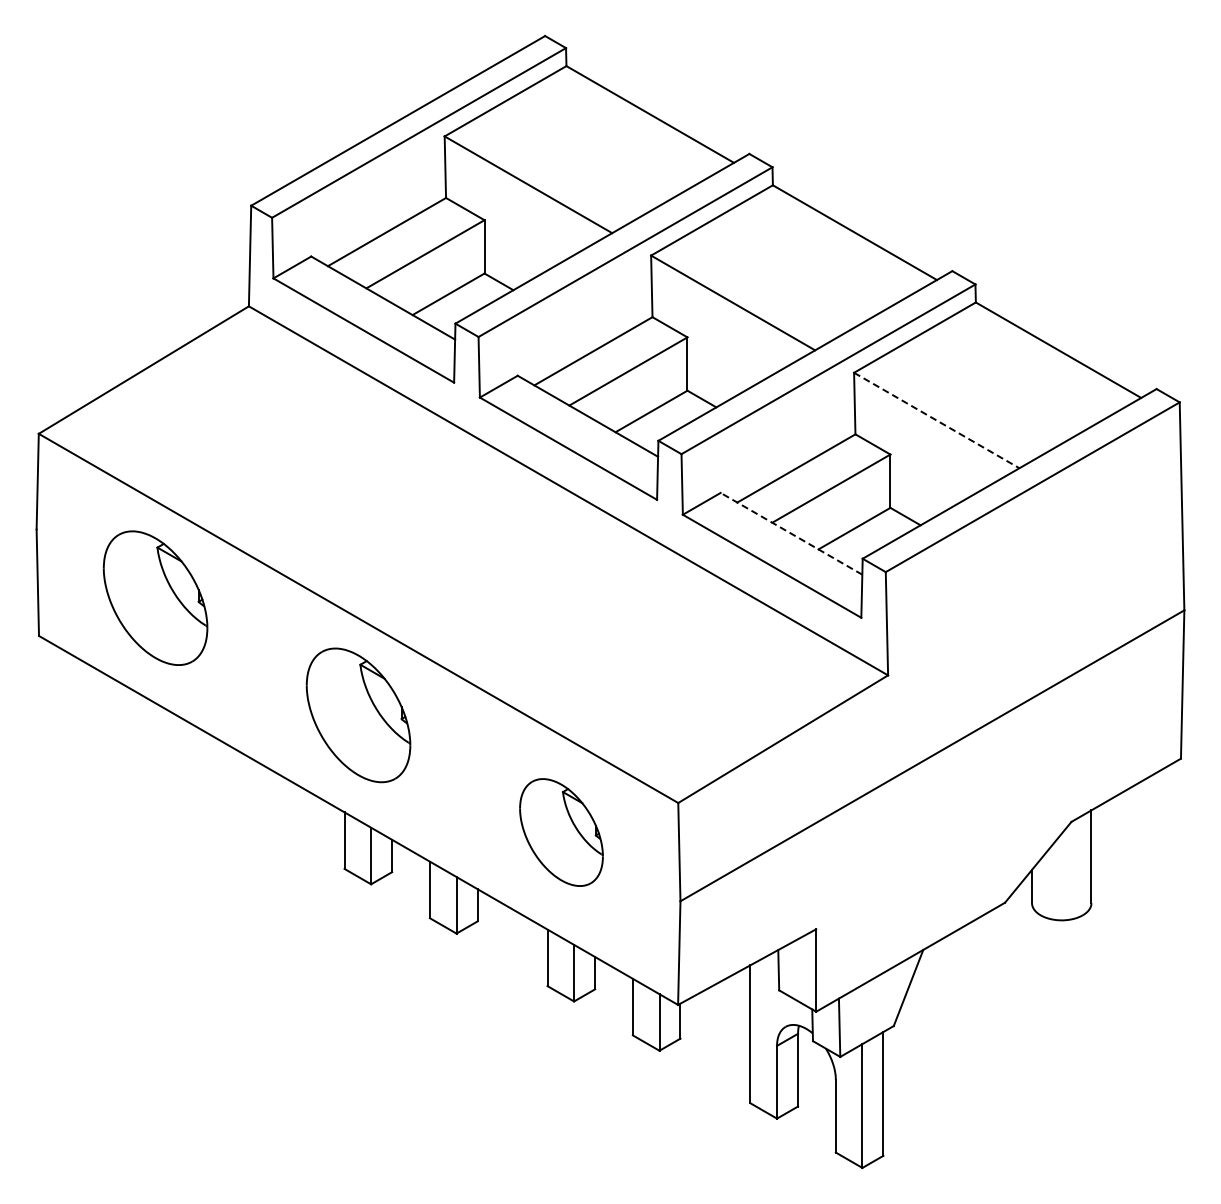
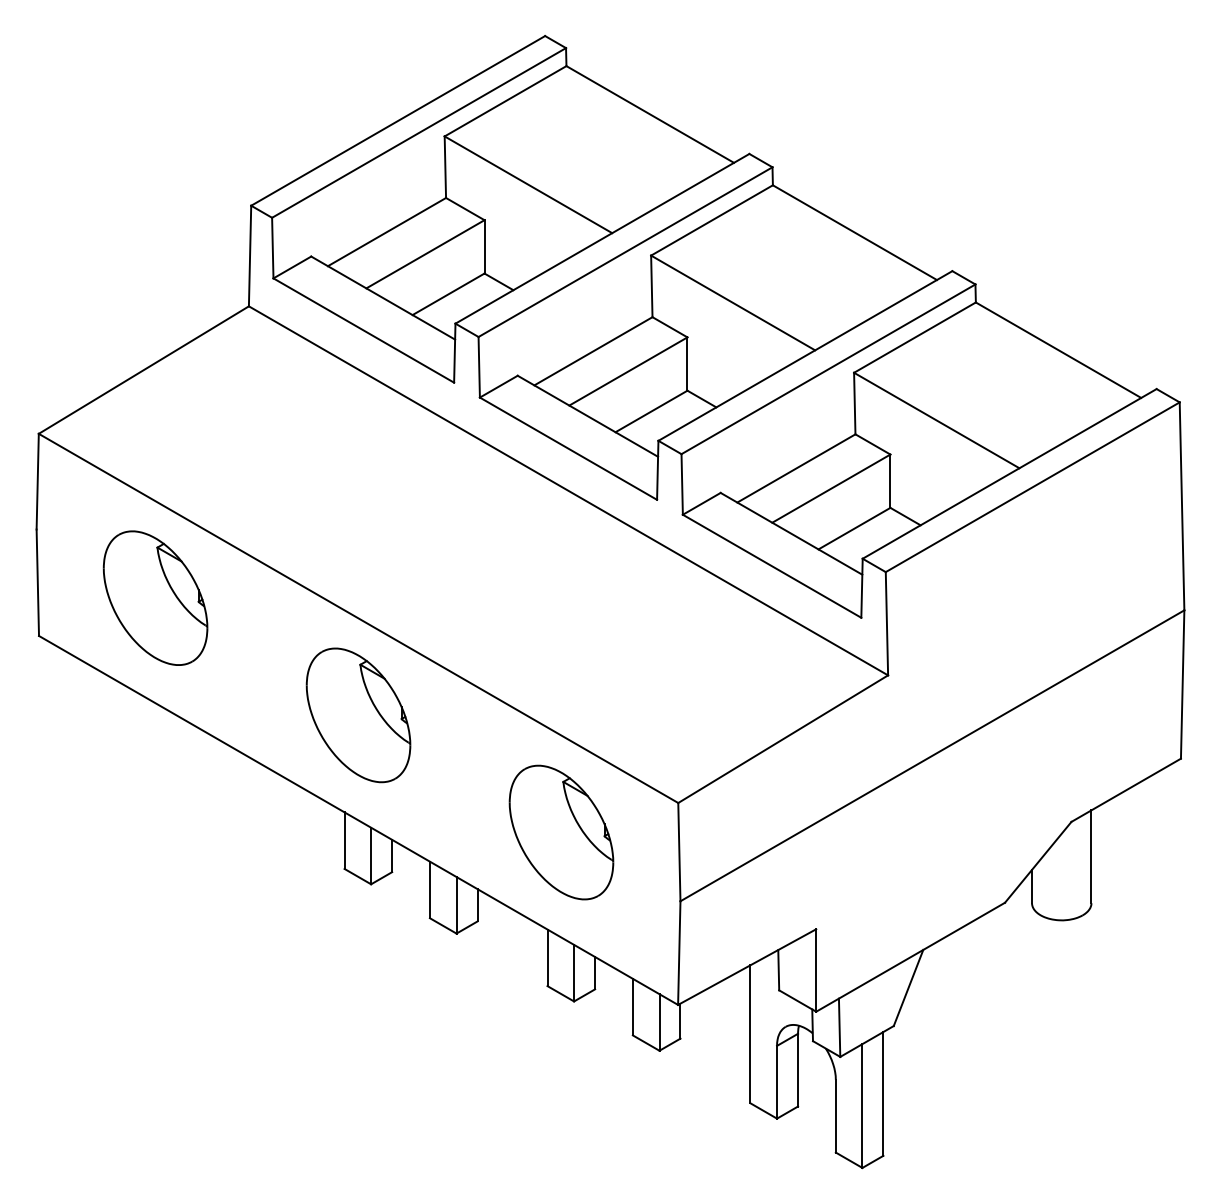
line at (937, 420): dashed -> solid
line at (791, 533): dashed -> solid
part at (561, 832) size: 85x109 px -> 107x137 px
